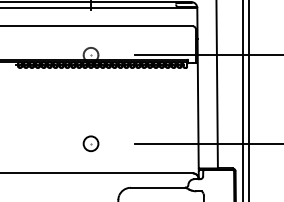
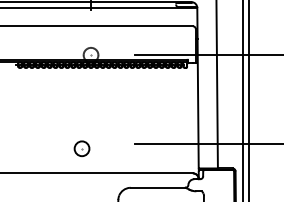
part at (90, 143) position: (90, 143) -> (81, 148)
